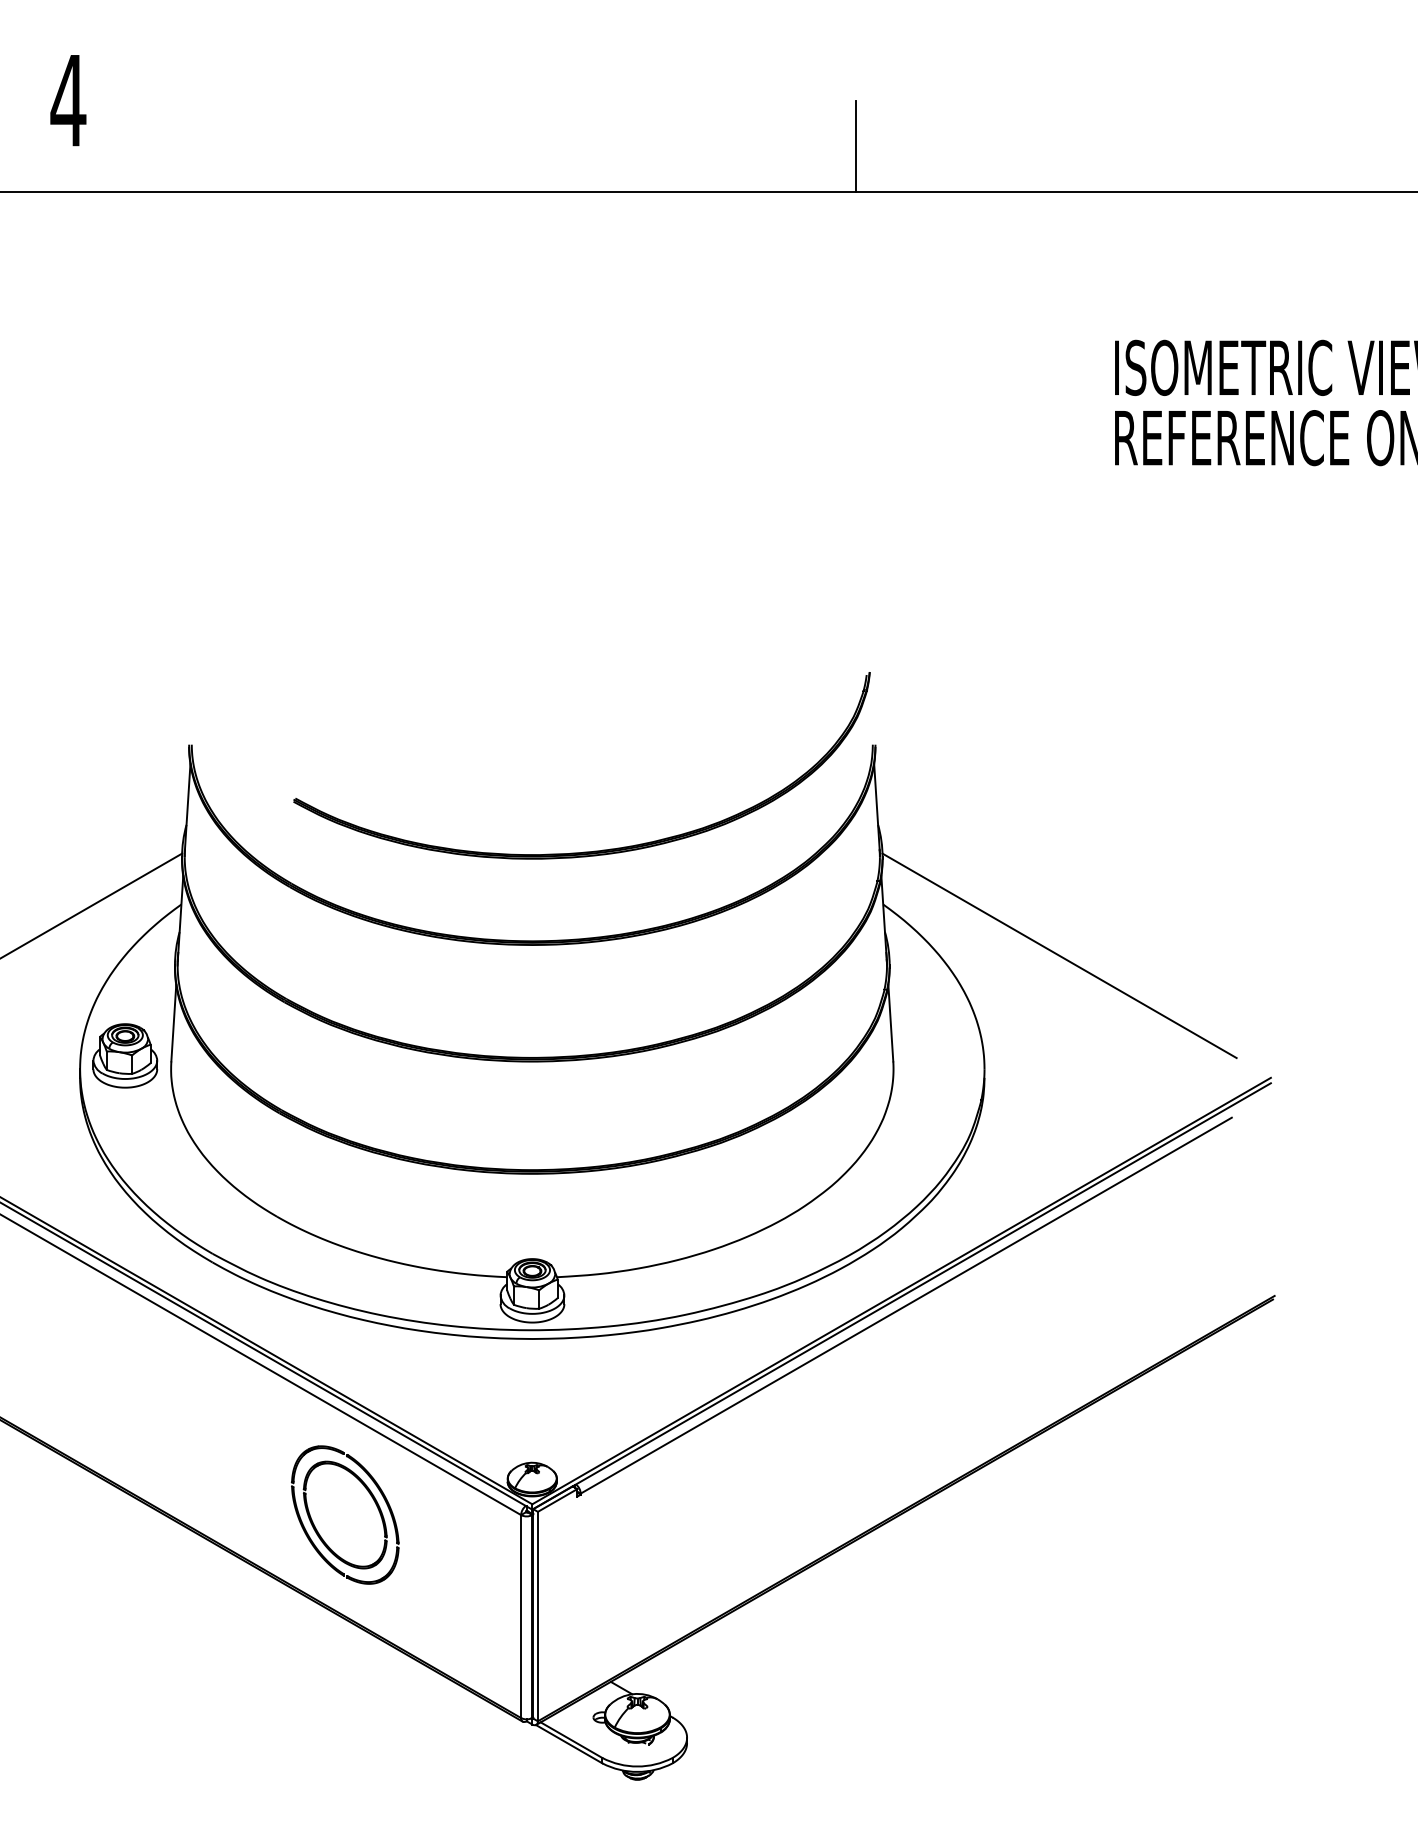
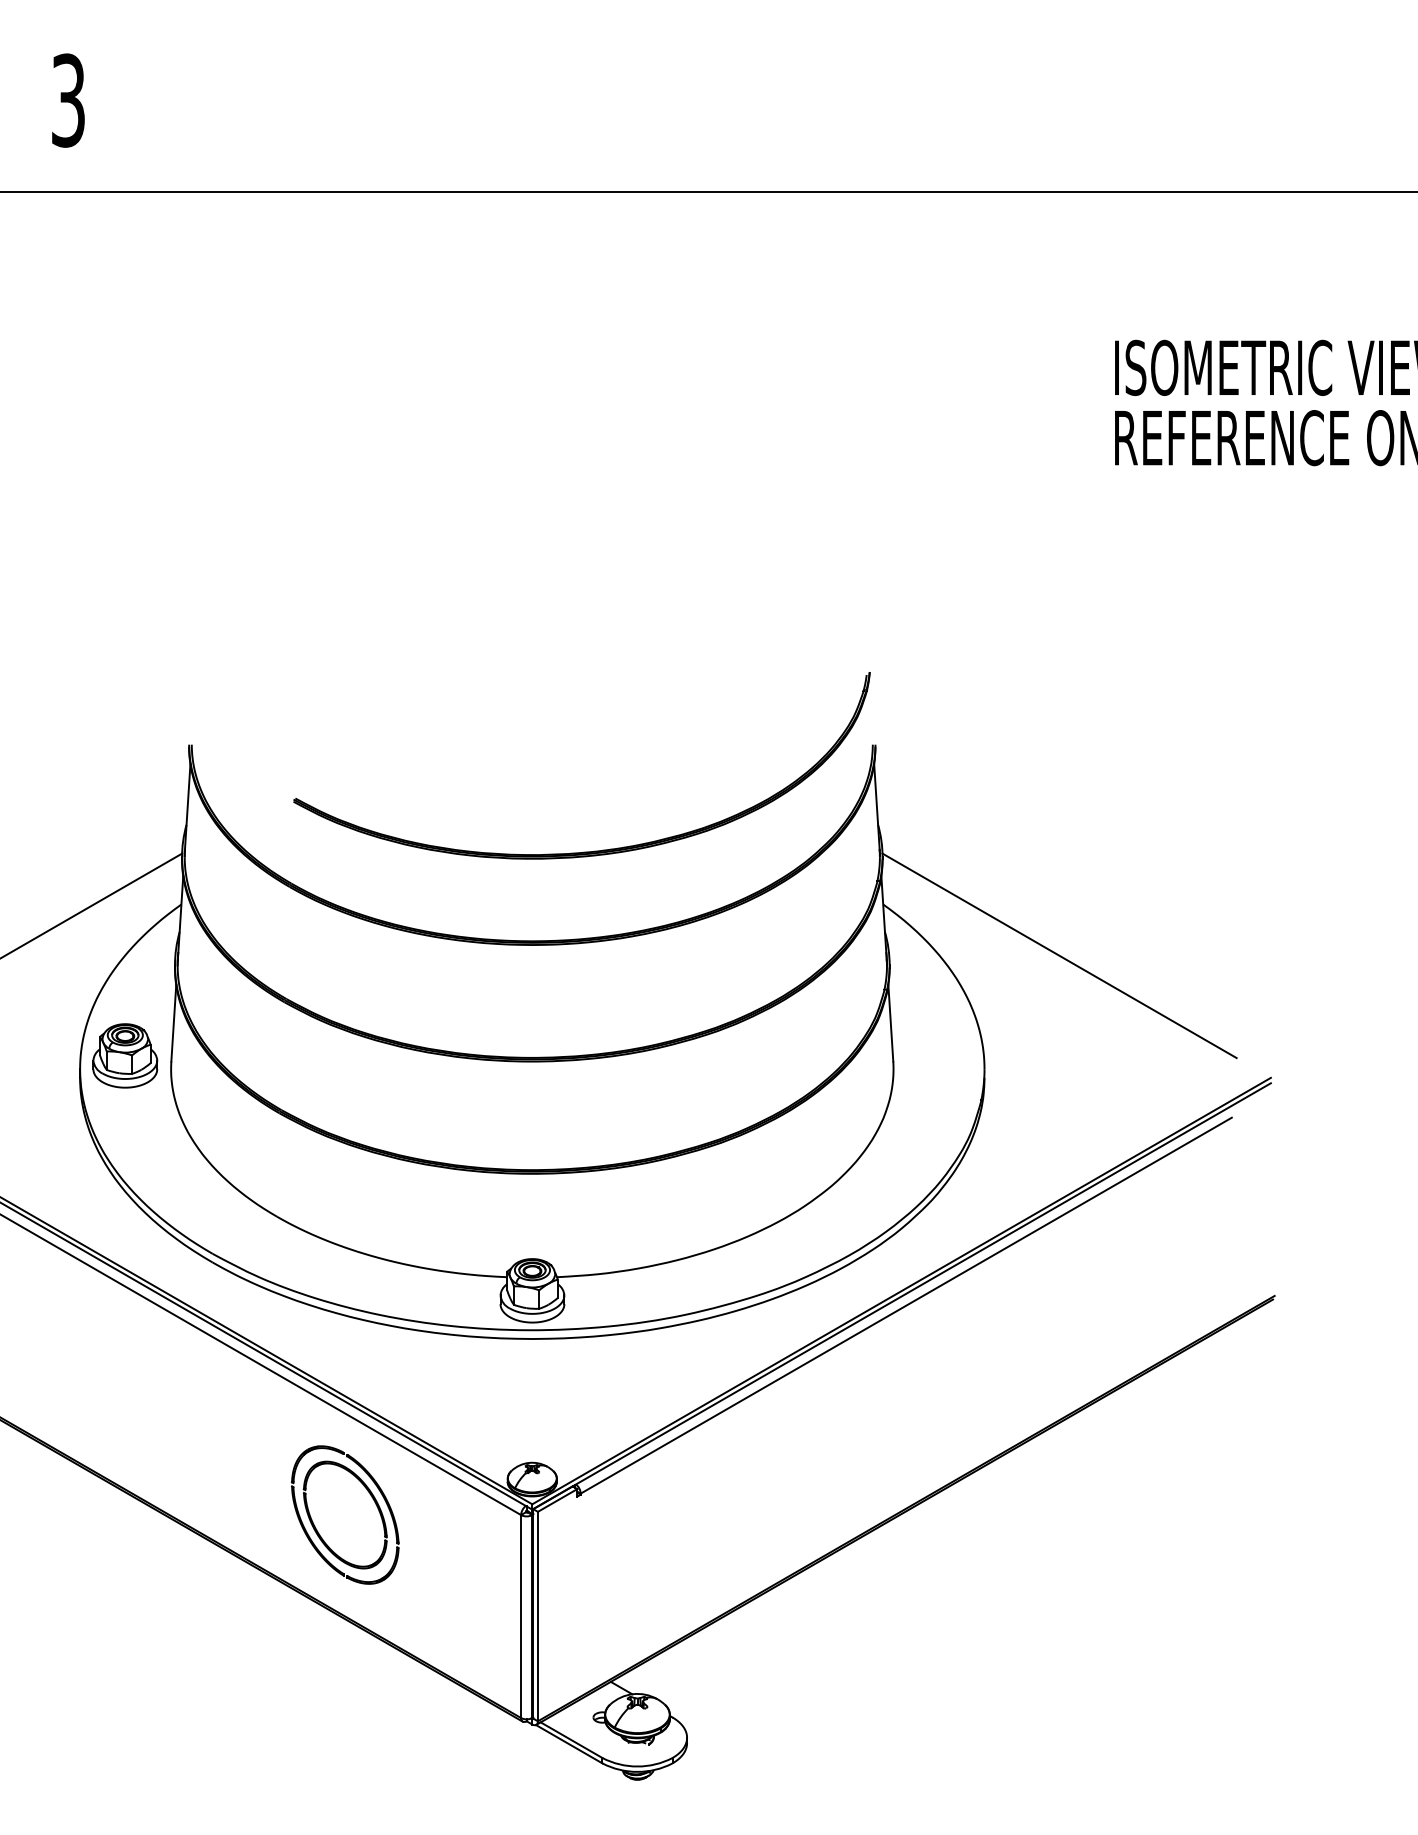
text at (68, 100): 4 -> 3
line at (855, 145): present -> none
